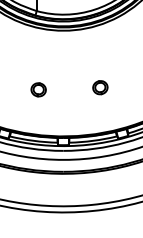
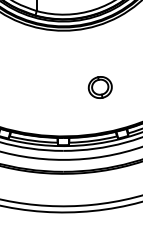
part at (100, 87) size: 17x16 px -> 26x23 px
part at (38, 89): present -> none
